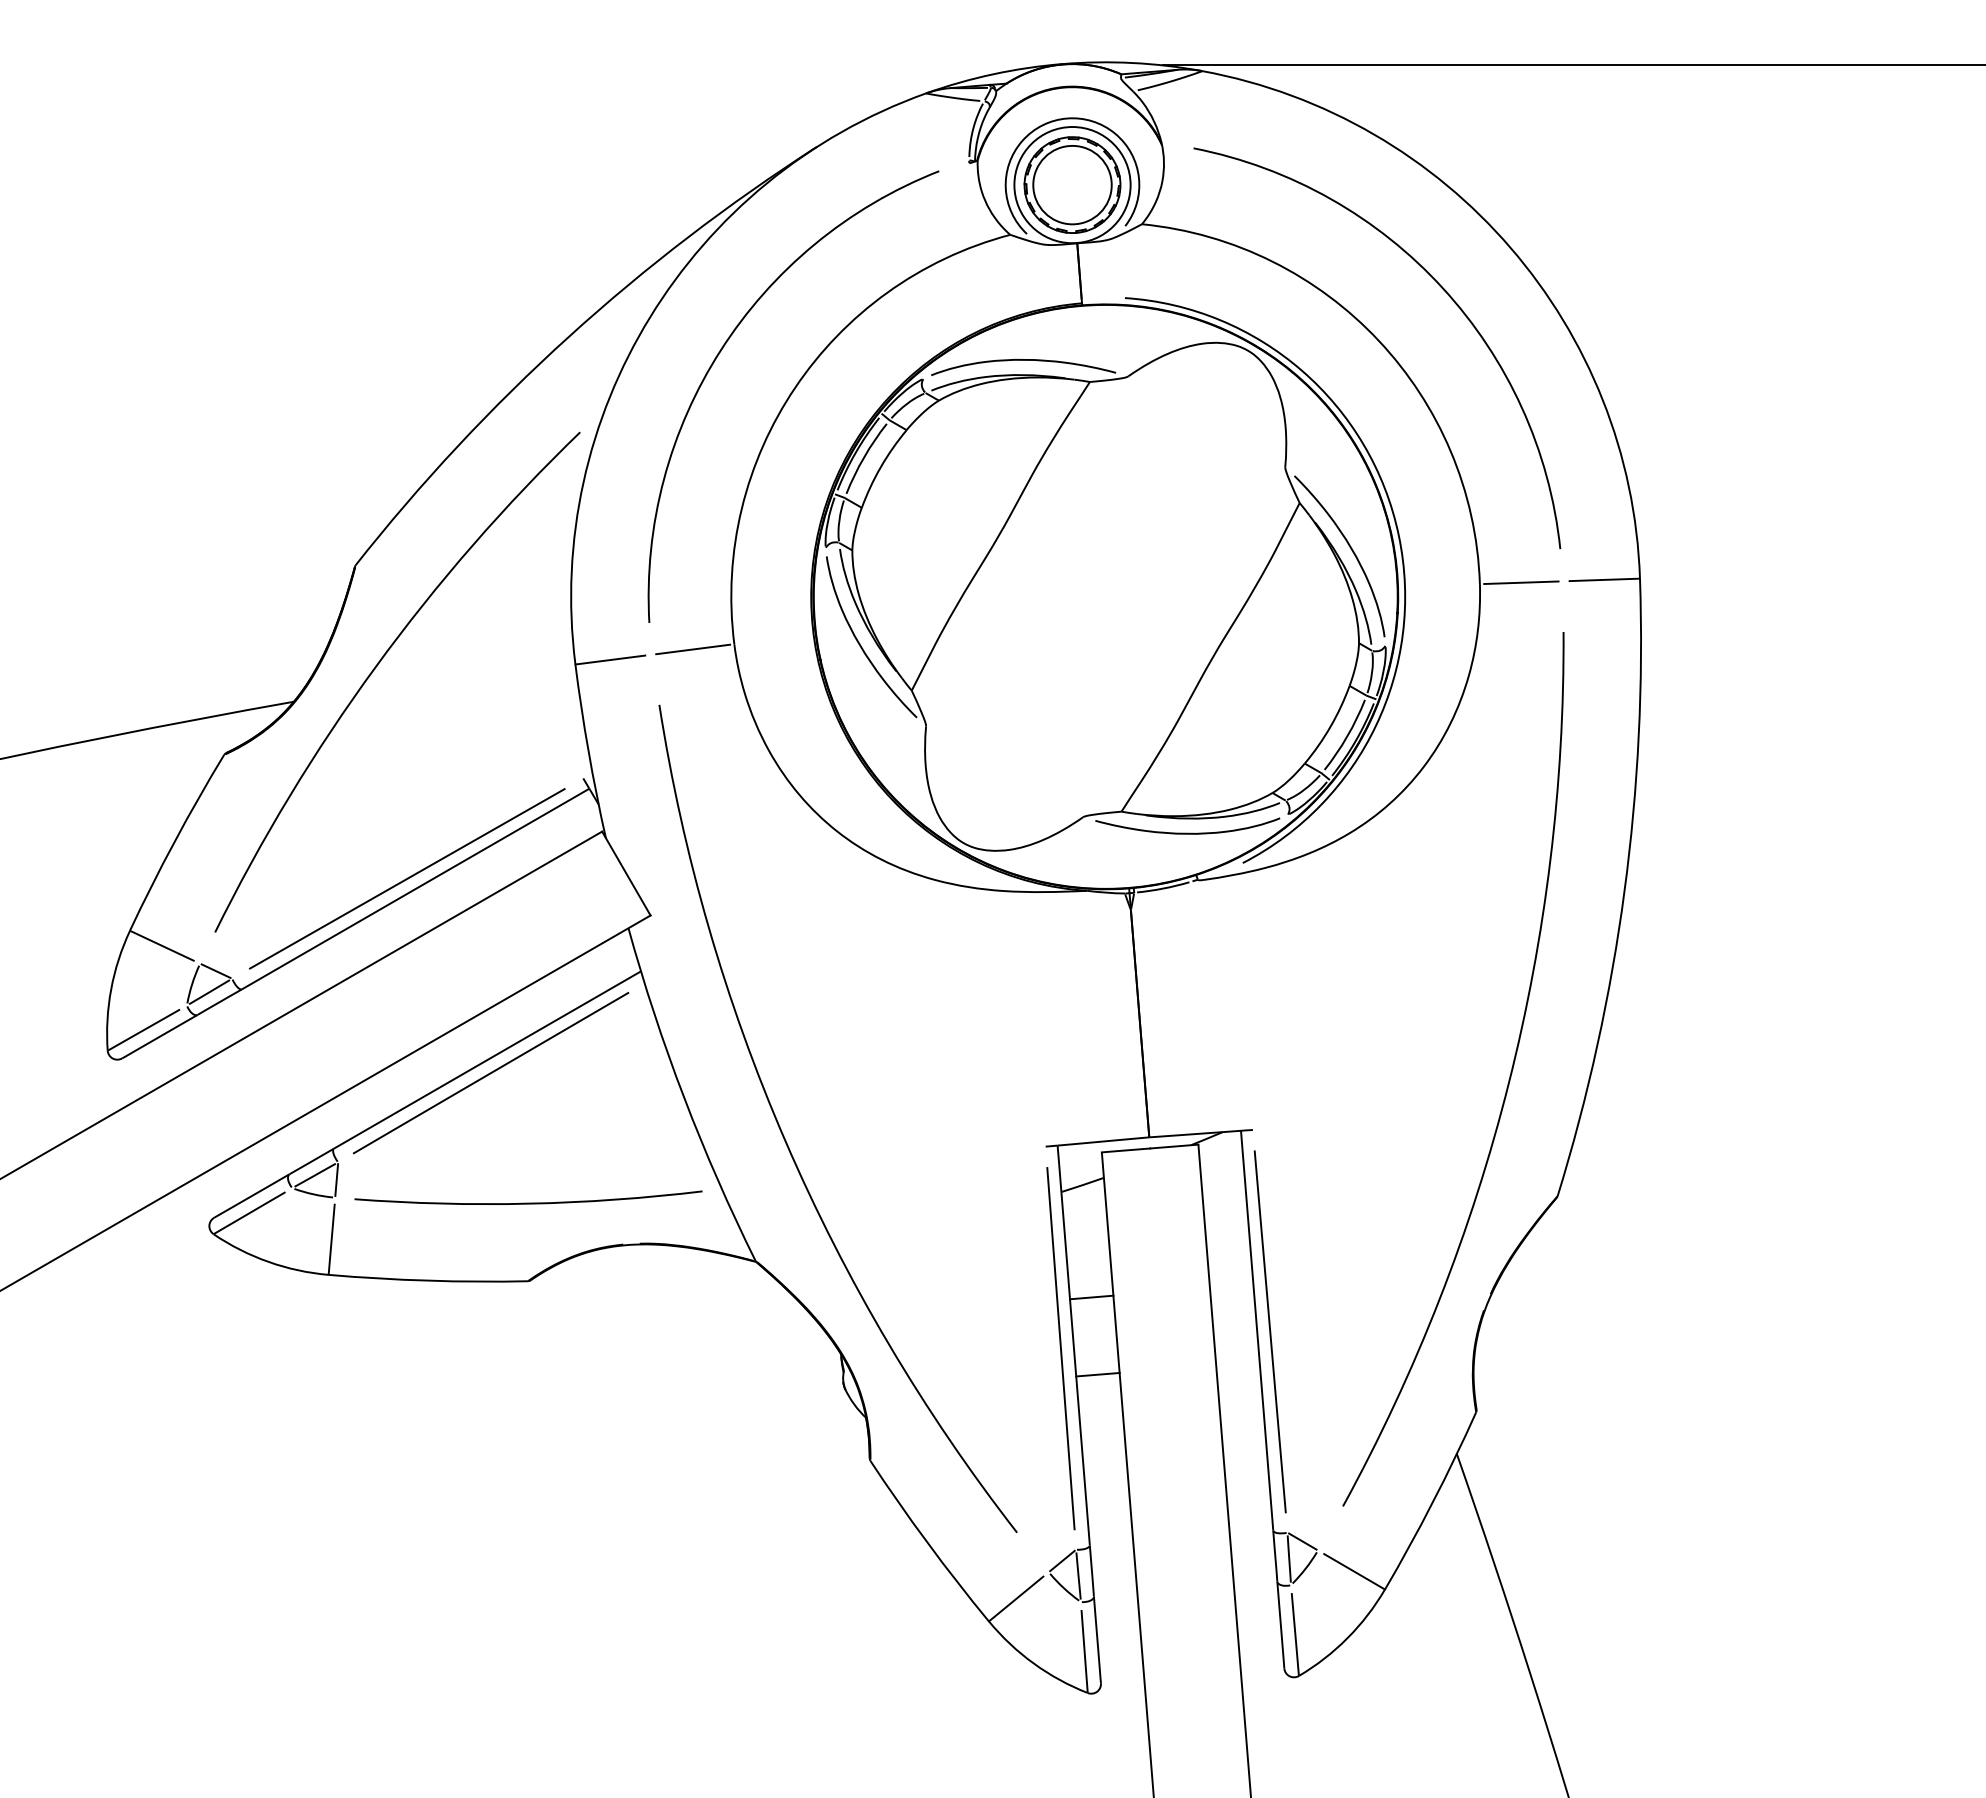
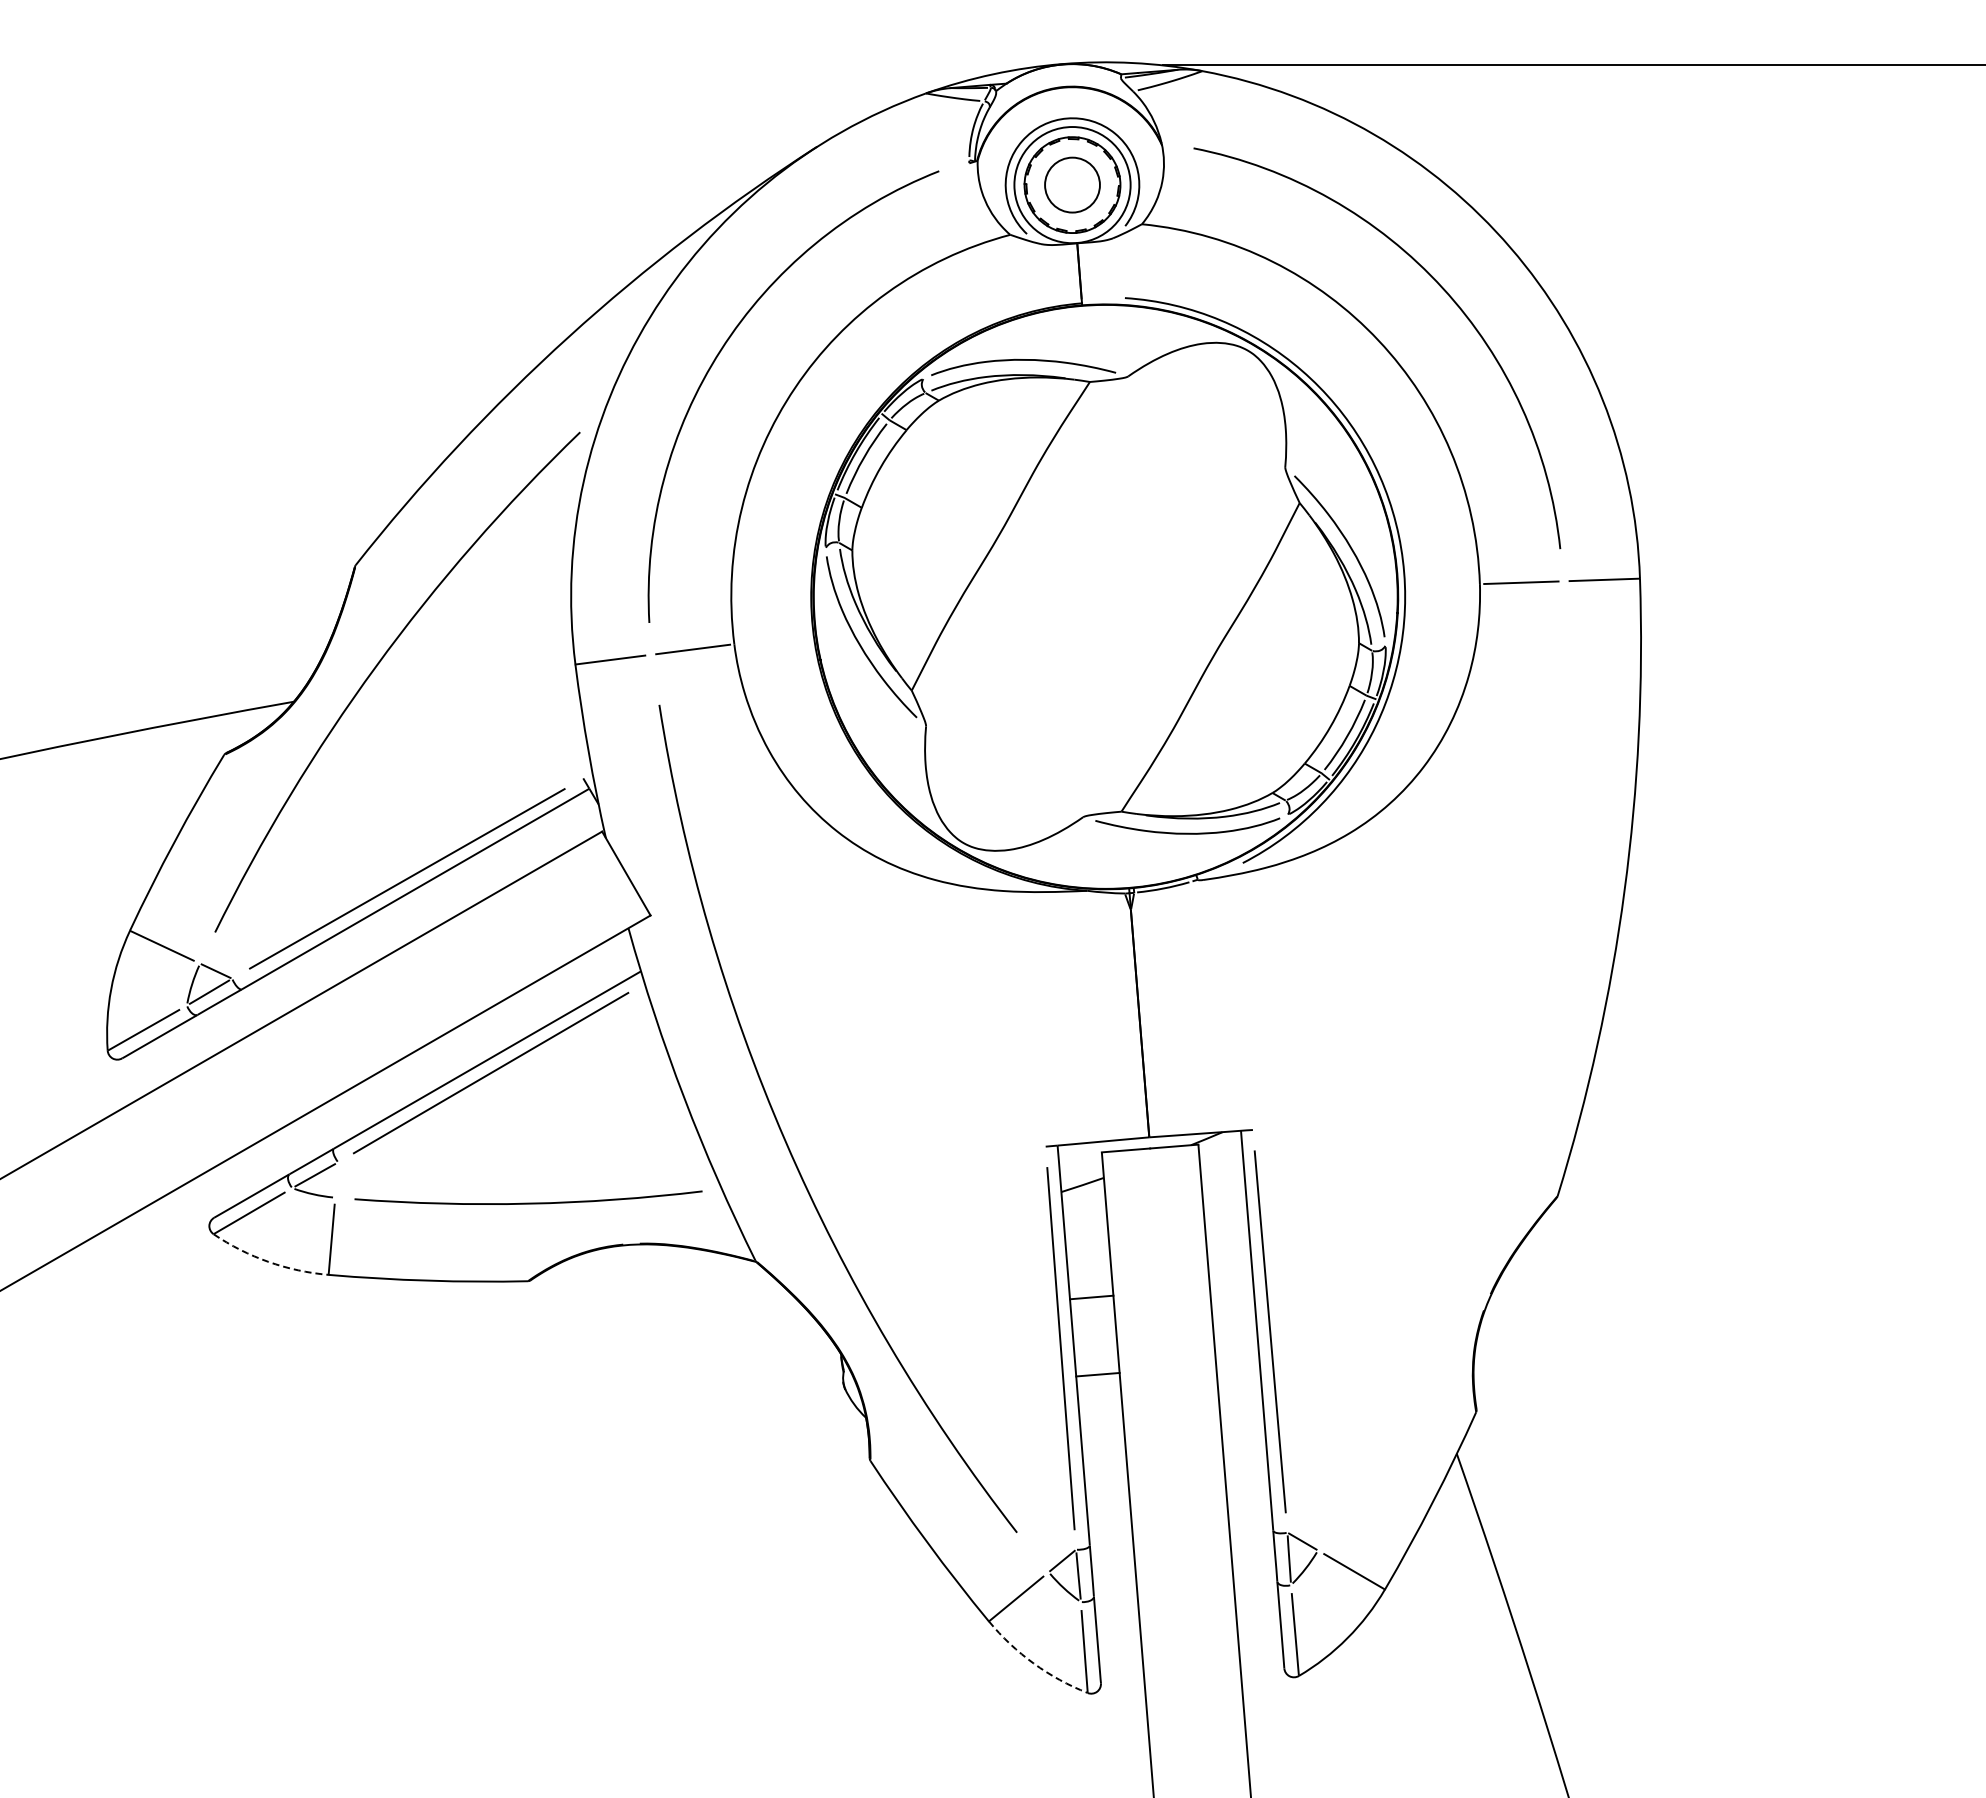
circle at (1072, 184) diameter: 78 px -> 55 px
arc at (1507, 1083): present -> none
line at (336, 1179): present -> none
arc at (268, 1261): solid -> dashed
arc at (1033, 1663): solid -> dashed
